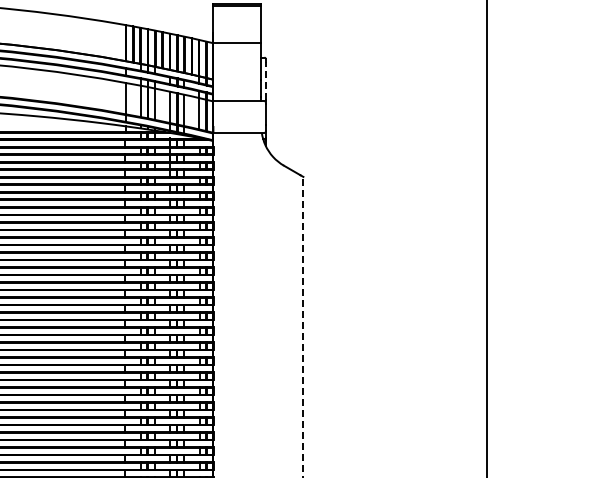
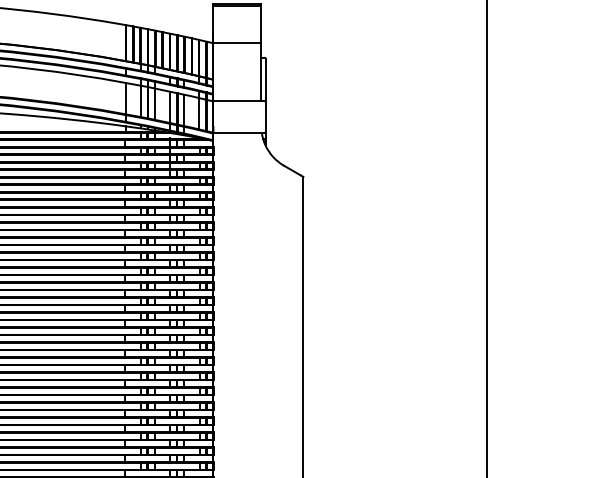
line at (265, 80): dashed -> solid
line at (303, 326): dashed -> solid
